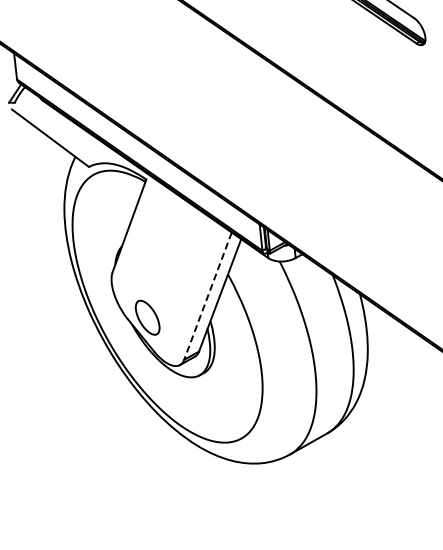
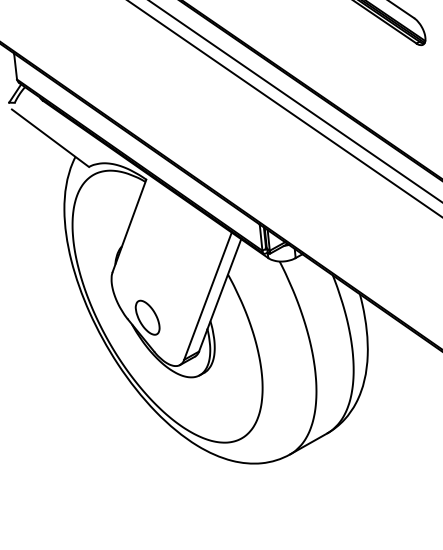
line at (295, 101): none -> present
line at (284, 108): none -> present
line at (207, 296): dashed -> solid
